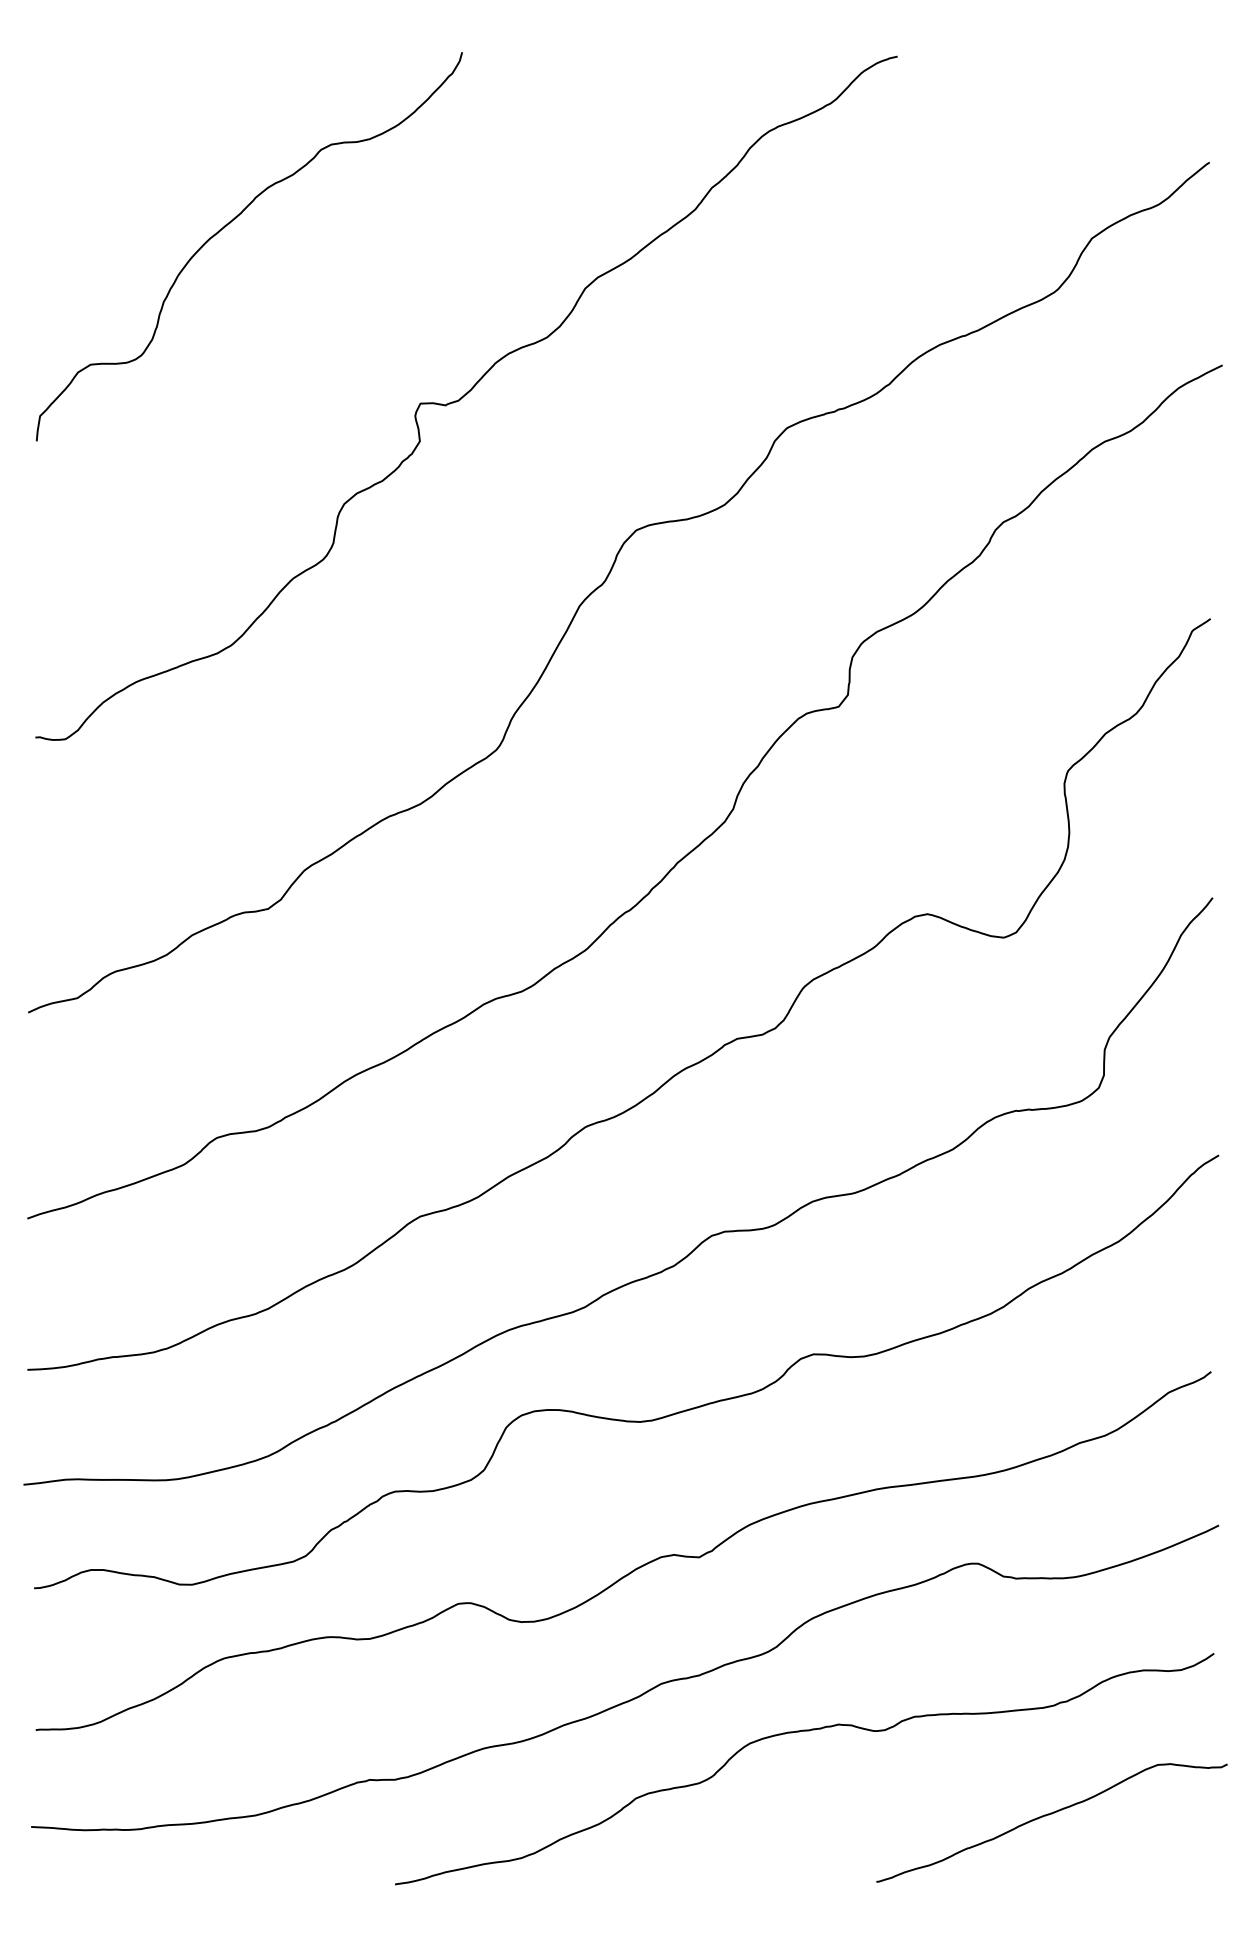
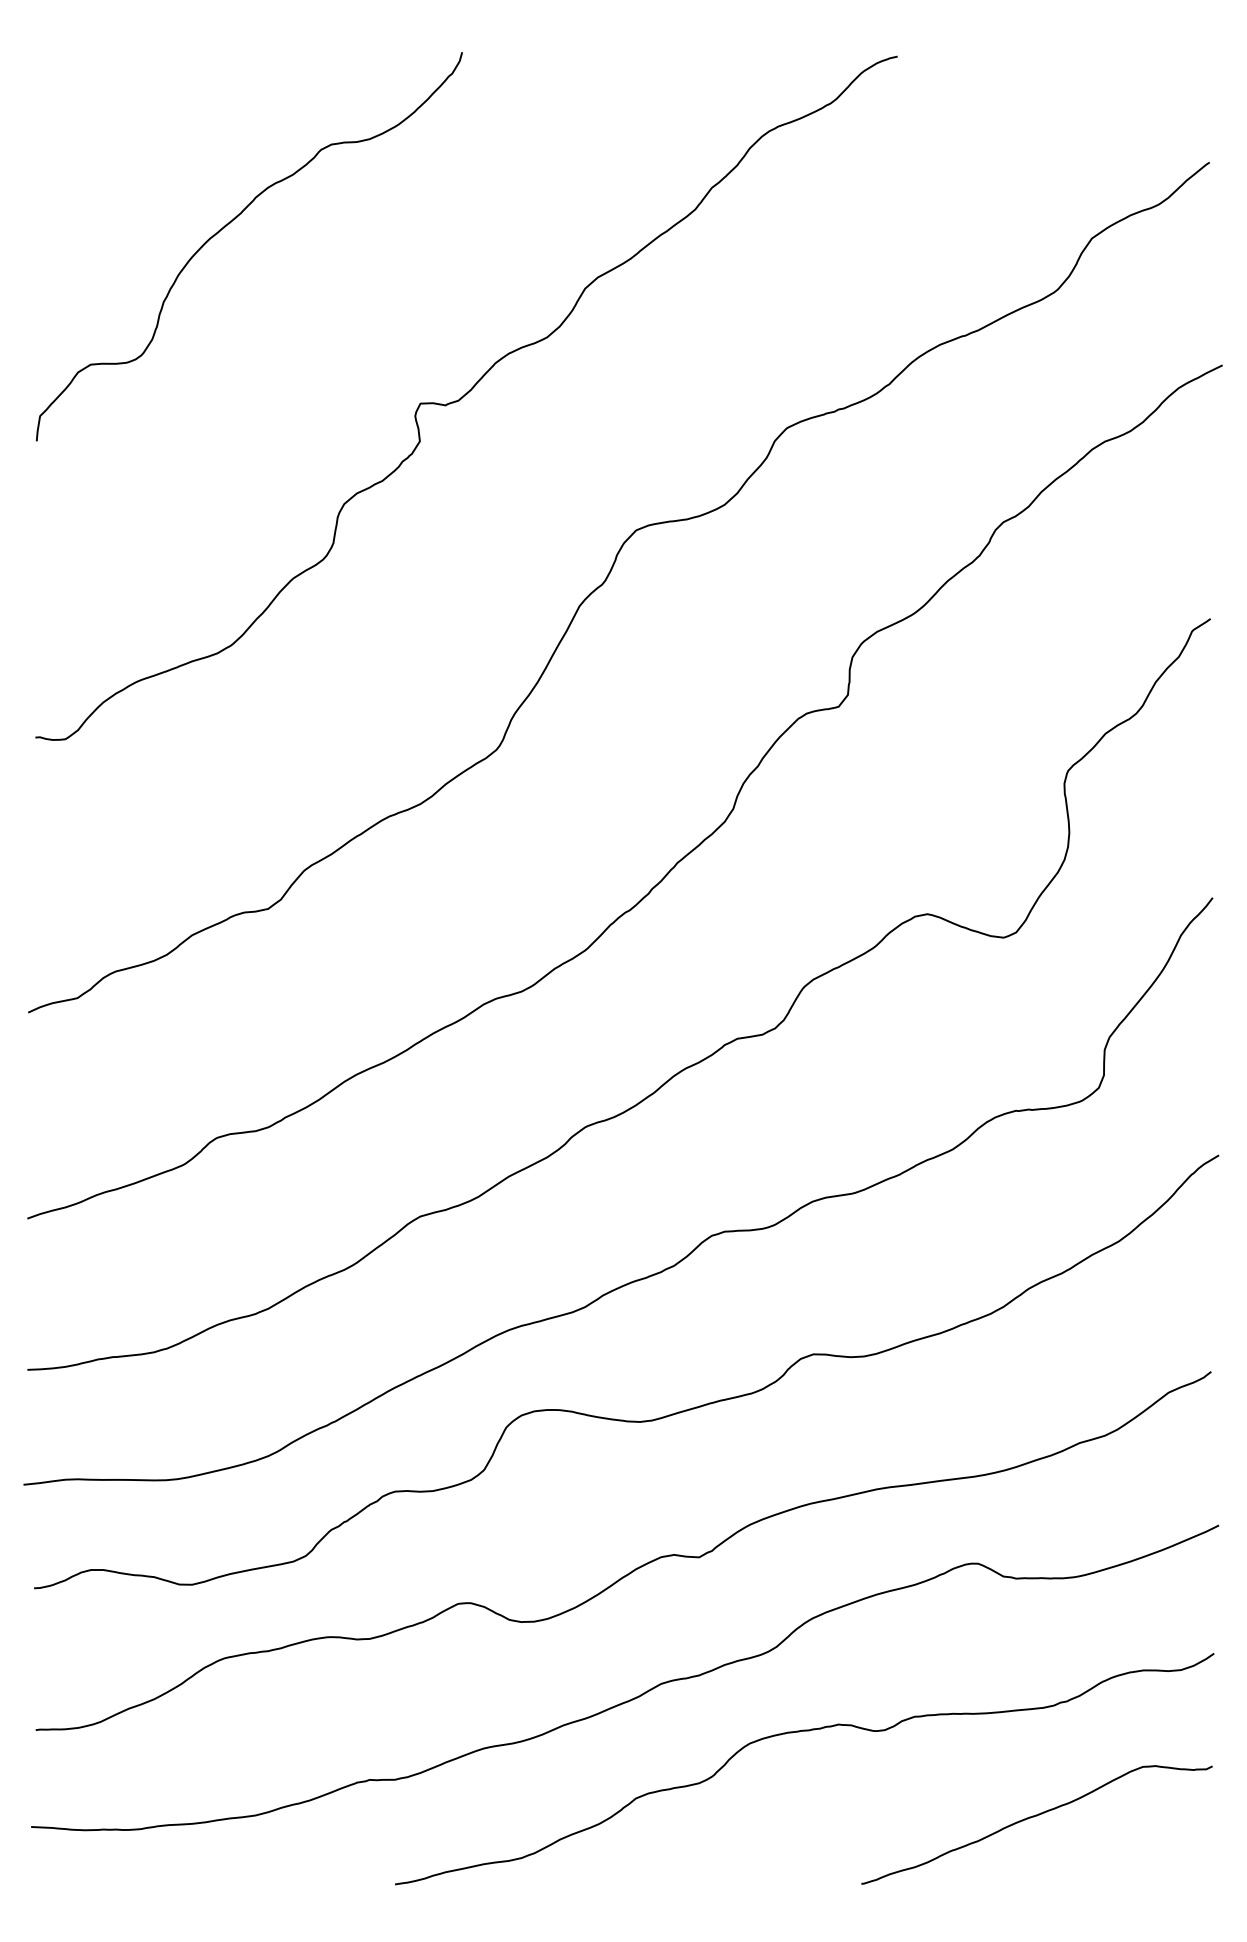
curve at (1049, 1815) position: (1049, 1815) -> (1034, 1817)
